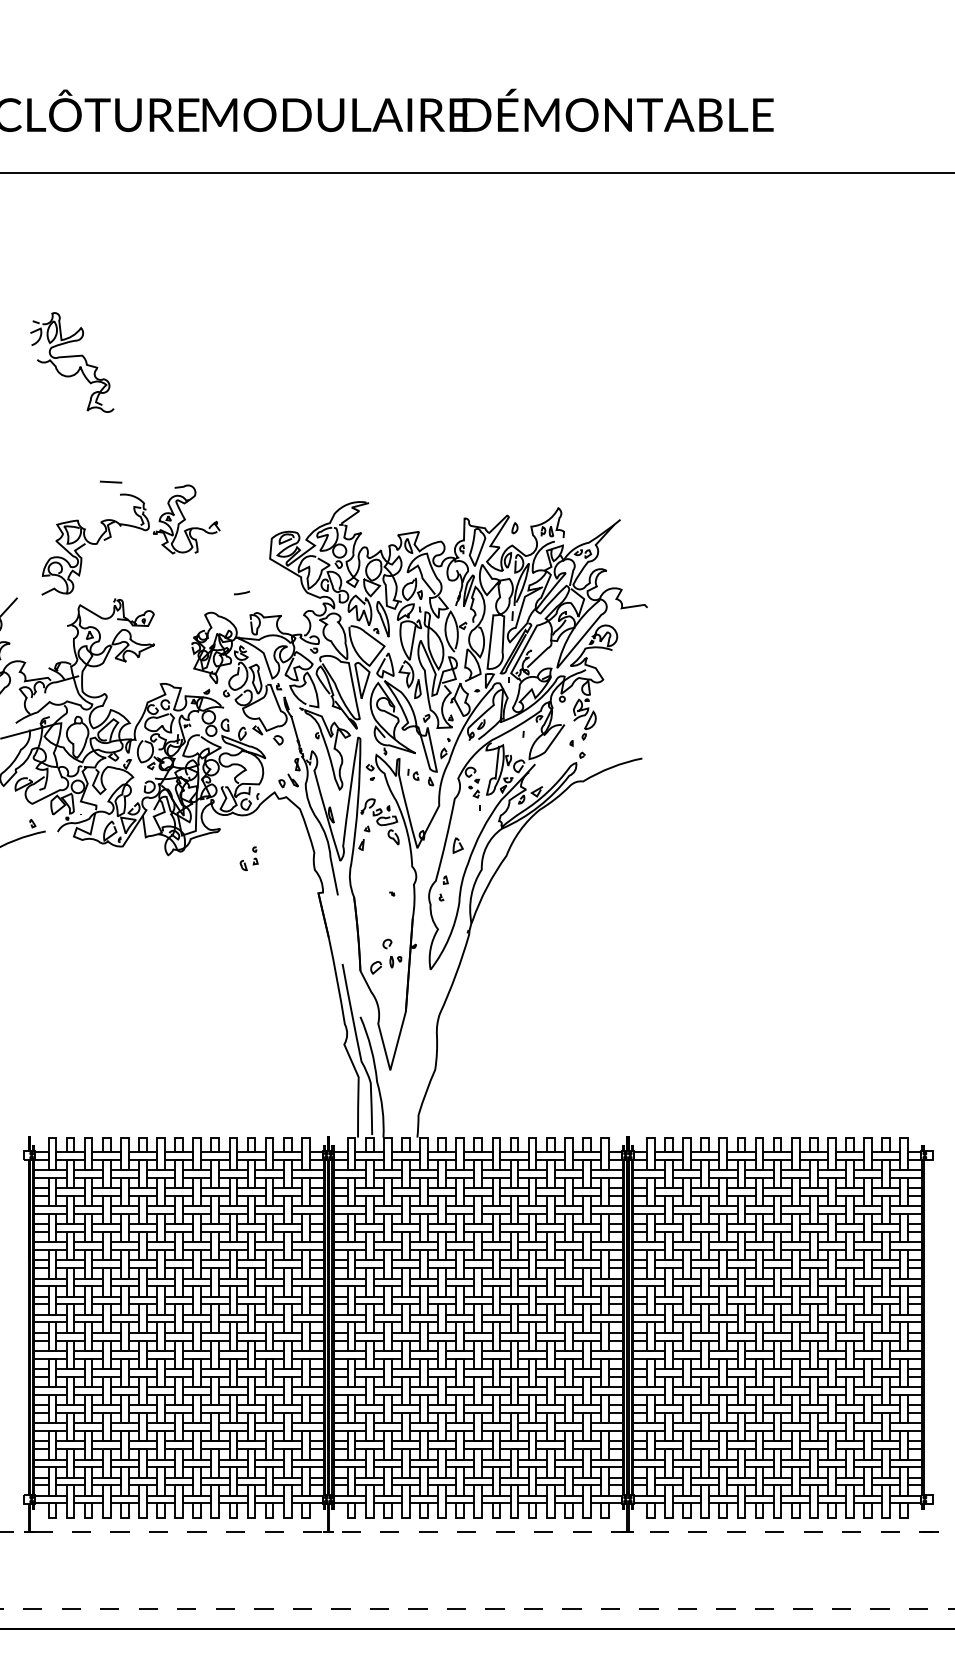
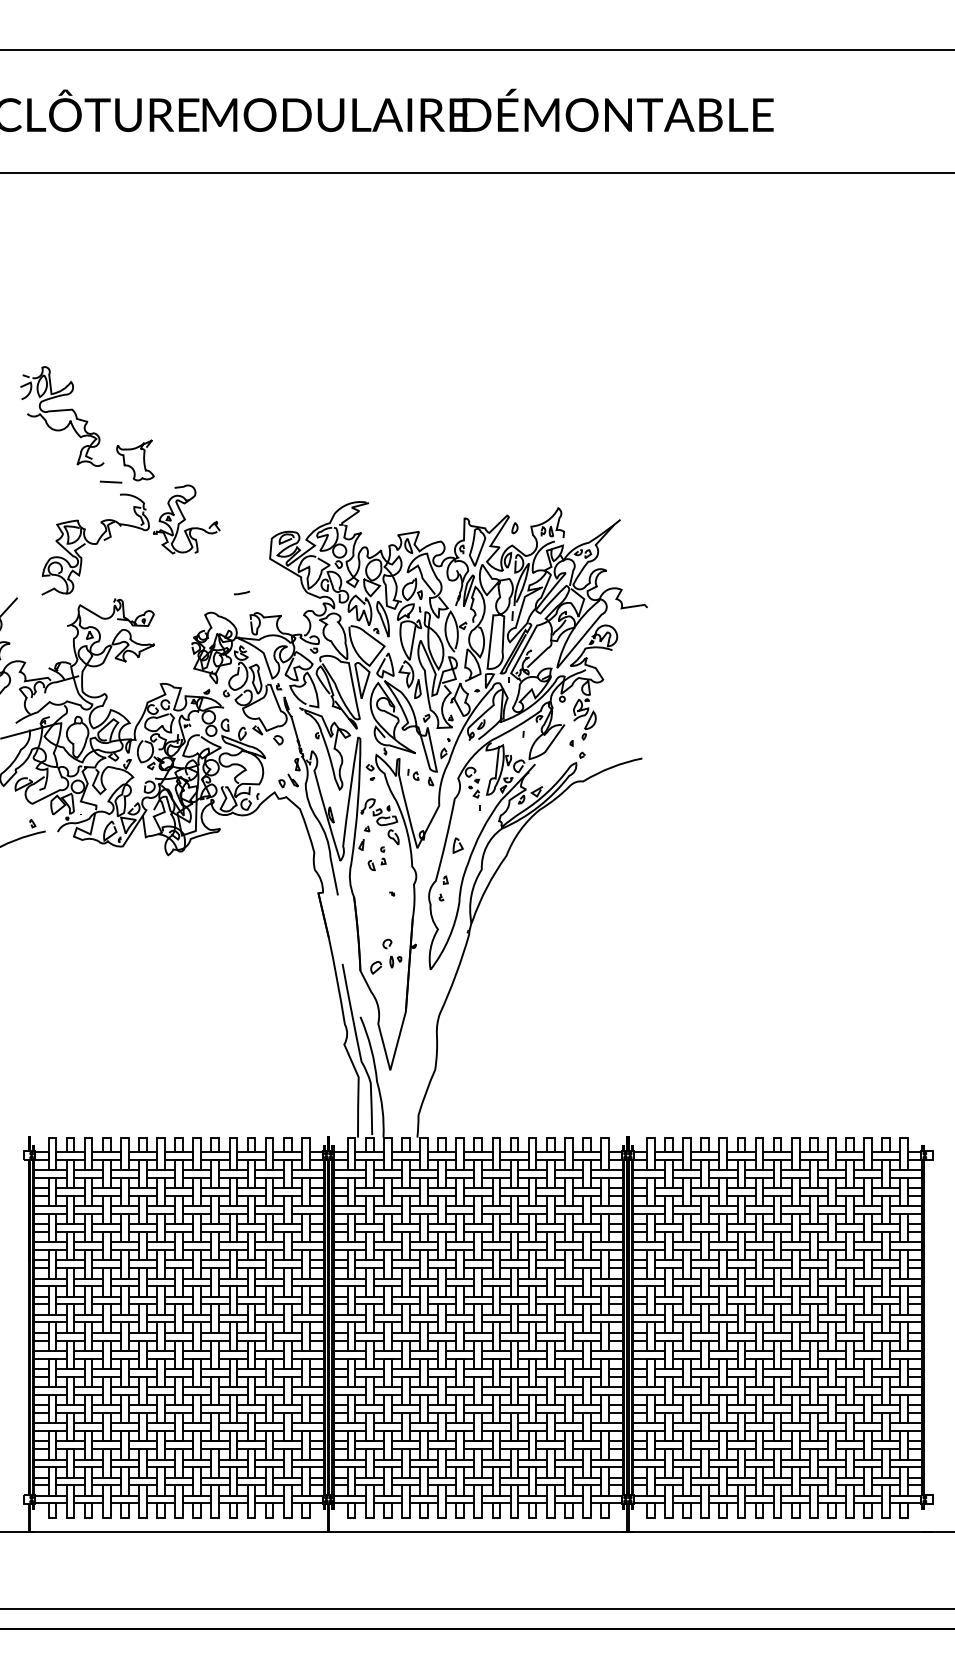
line at (476, 50): none -> present
part at (72, 362) position: (72, 362) -> (62, 416)
curve at (130, 465): none -> present
part at (248, 858) position: (248, 858) -> (376, 858)
line at (477, 1532): dashed -> solid
line at (477, 1609): dashed -> solid
